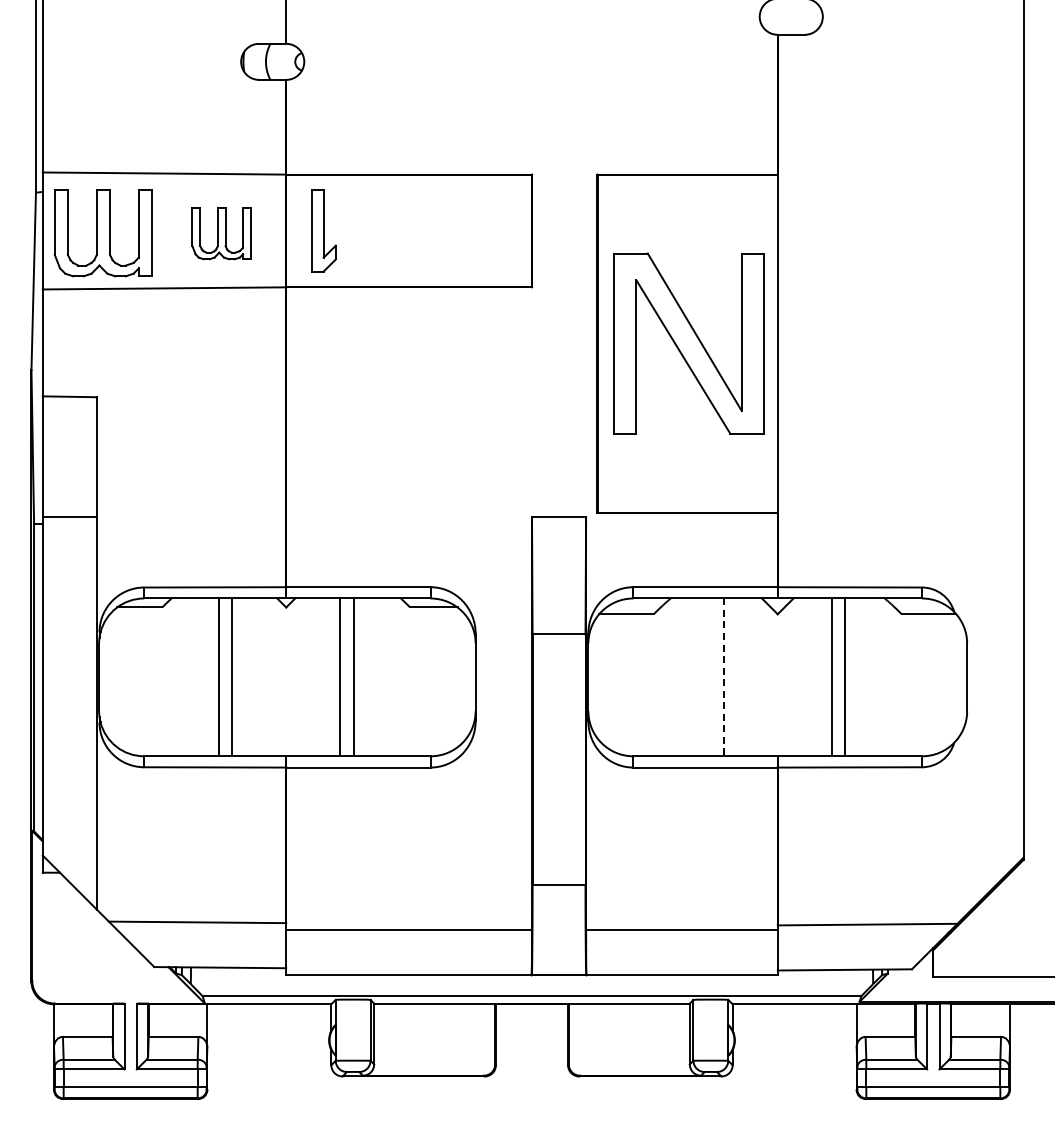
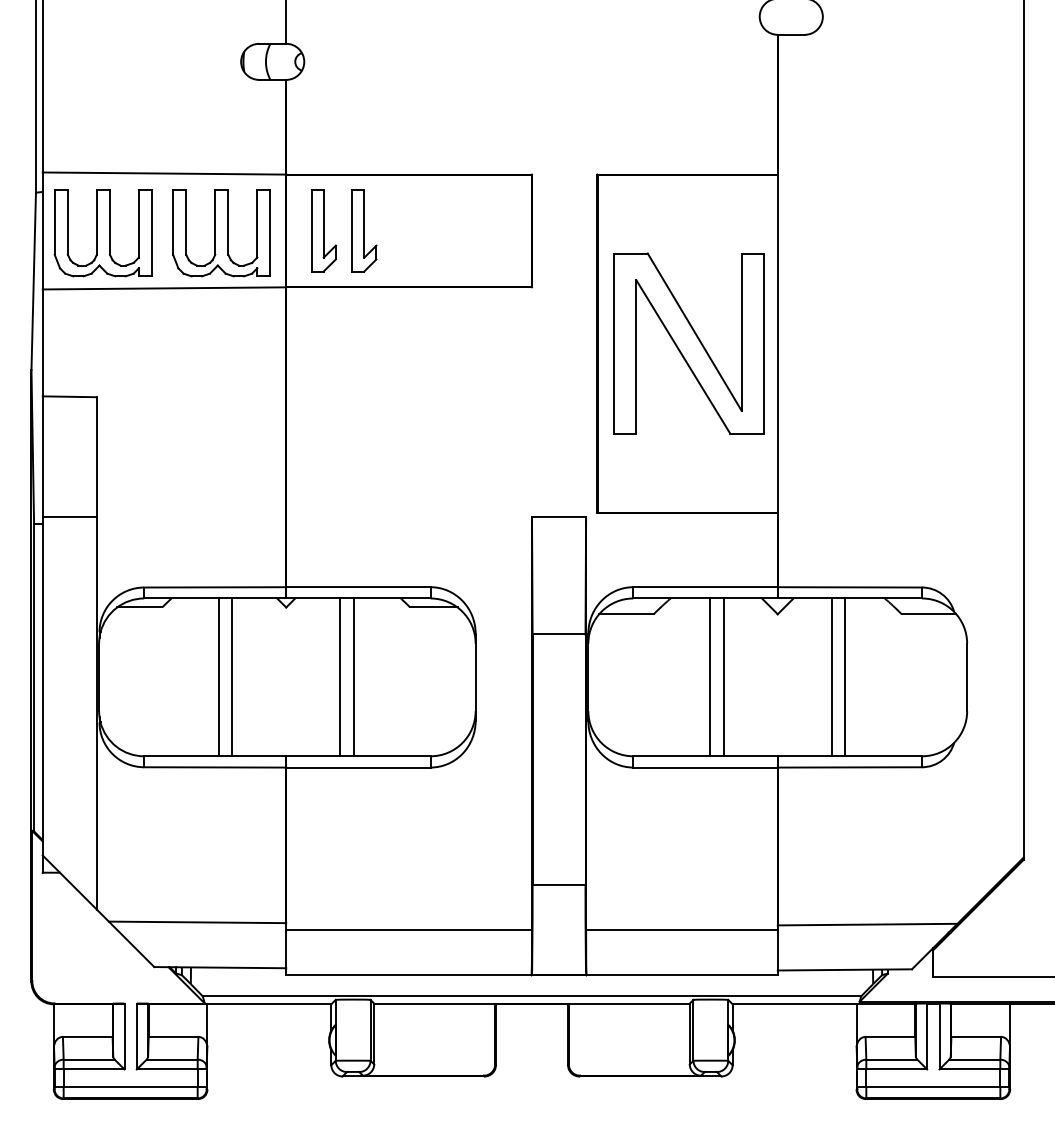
part at (364, 230): none -> present
part at (221, 233) size: 61x54 px -> 99x89 px
line at (710, 677): none -> present
line at (723, 677): dashed -> solid
